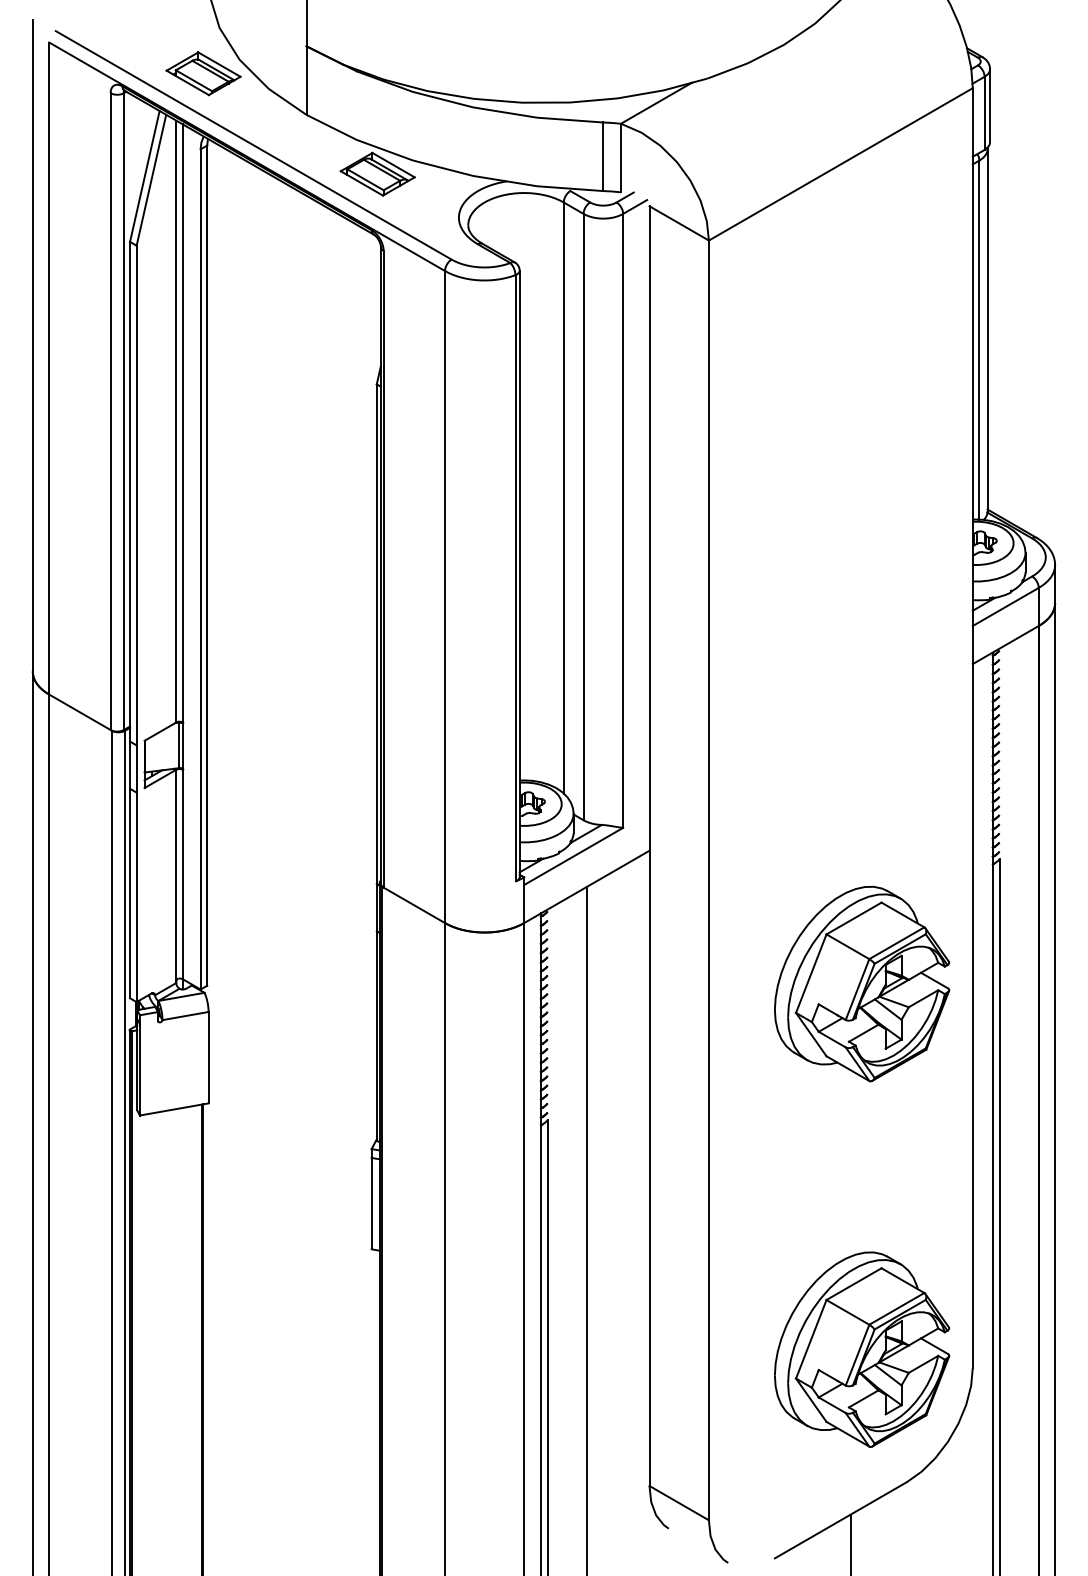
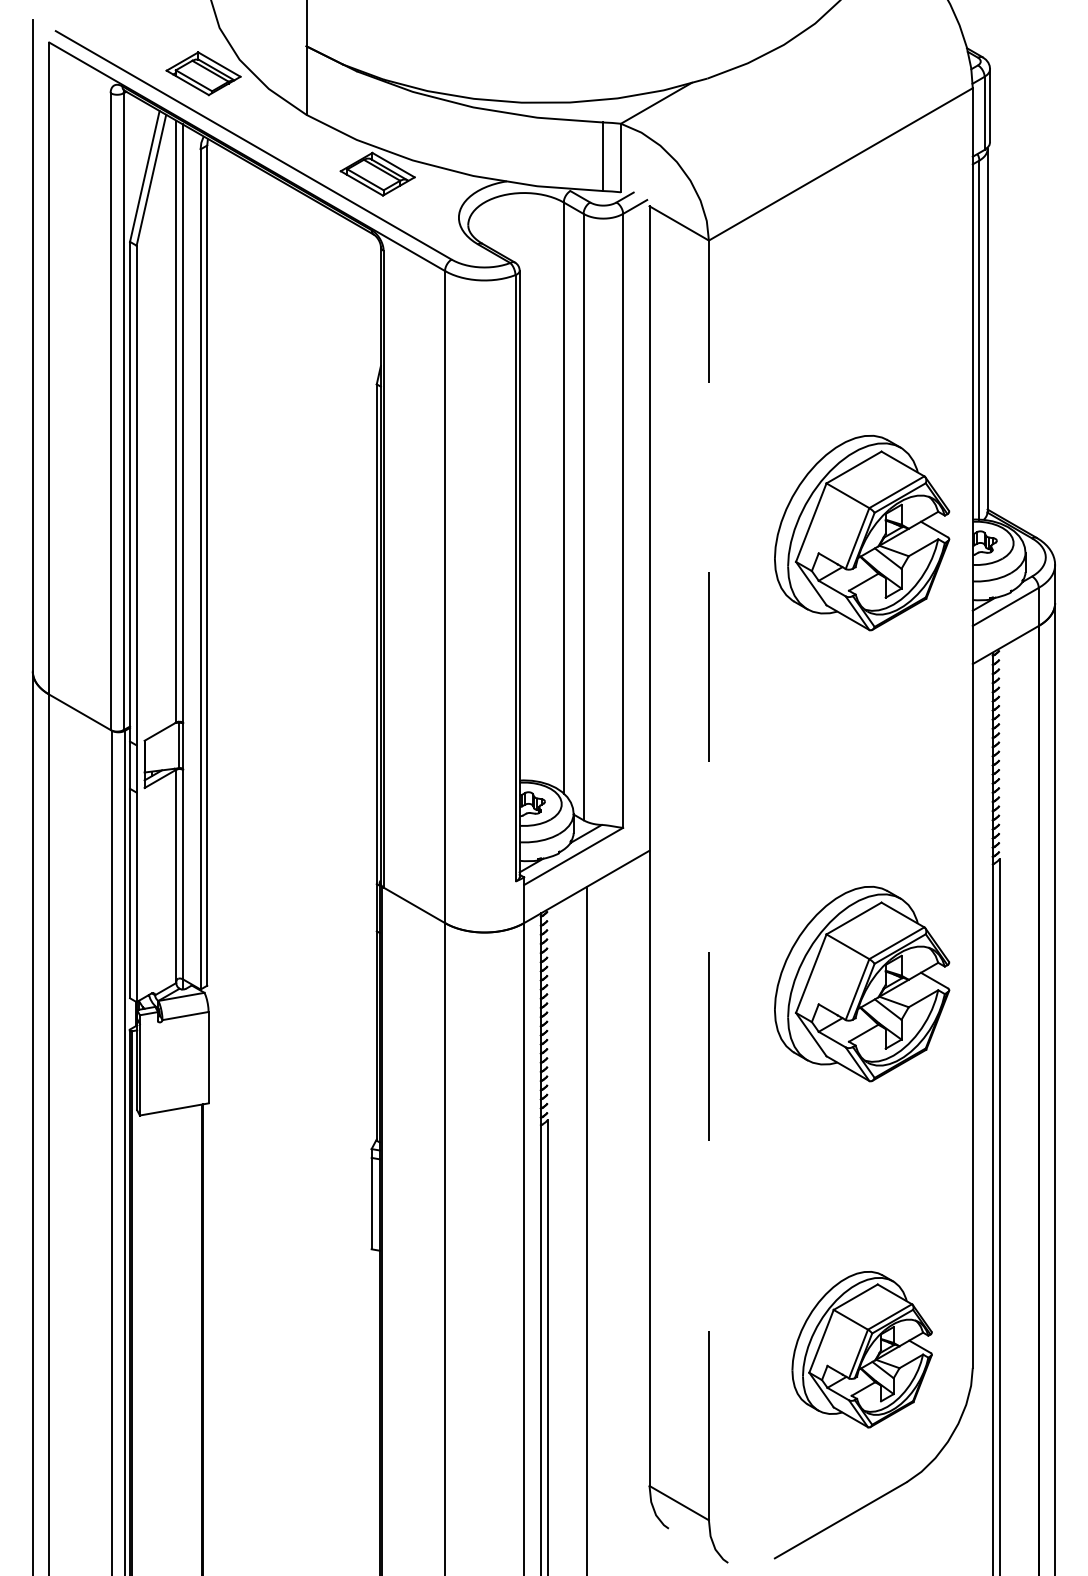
part at (862, 532): none -> present
line at (708, 880): solid -> dashed
part at (862, 1349) size: 177x197 px -> 142x158 px
line at (850, 1543): present -> none
